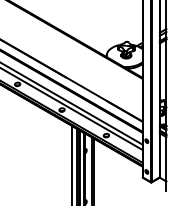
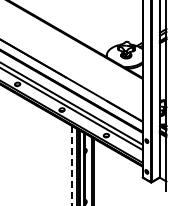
line at (72, 166): solid -> dashed
